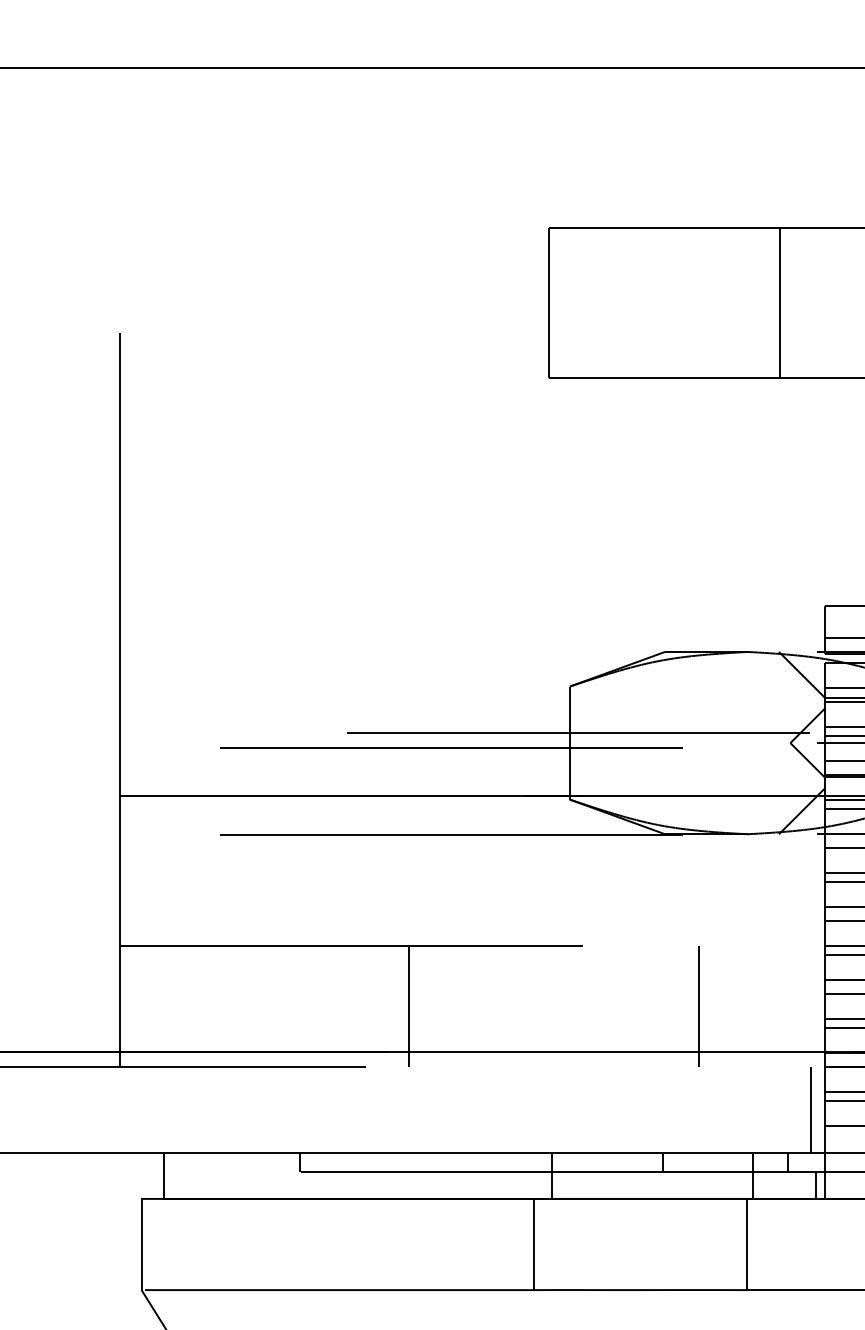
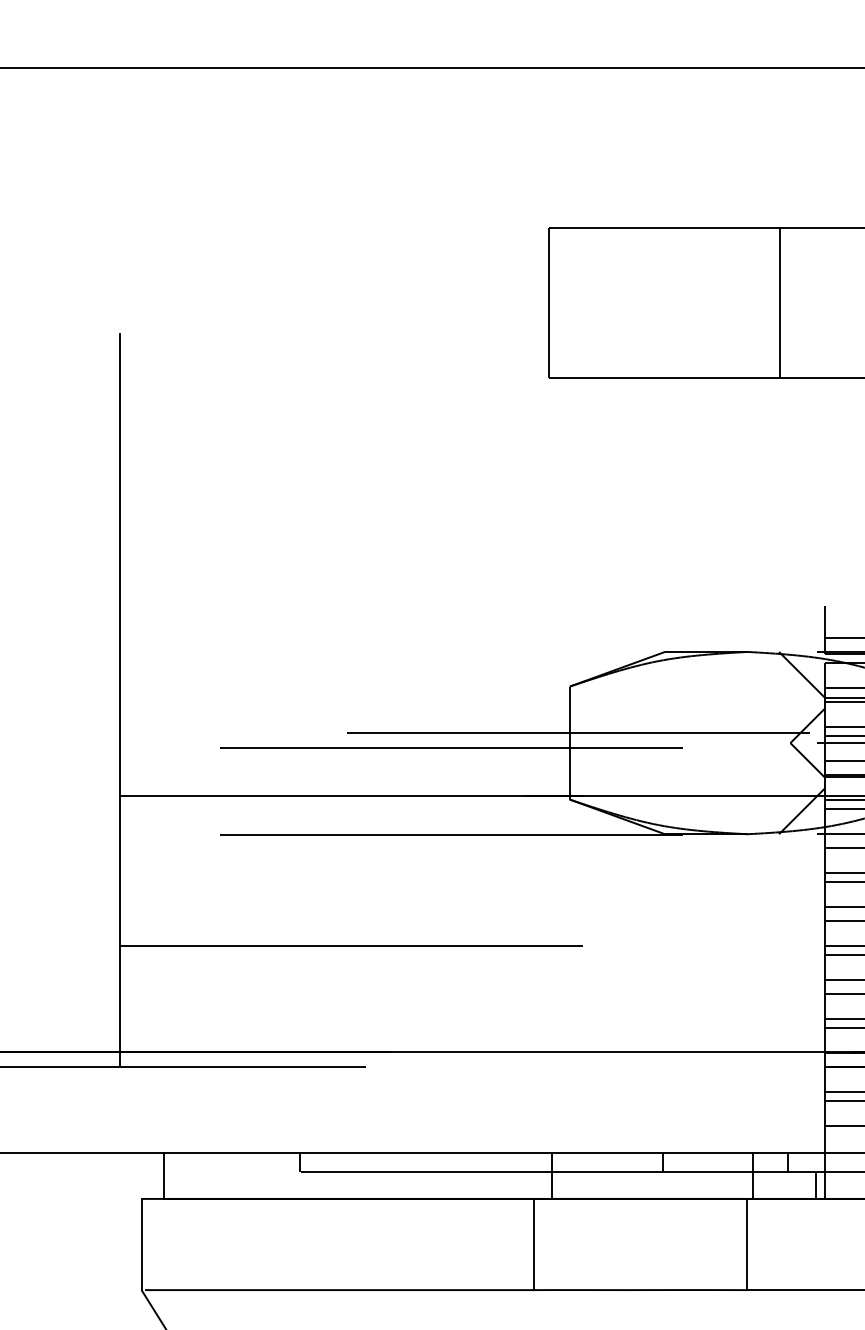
line at (842, 606): present -> none
line at (409, 1006): present -> none
line at (698, 1006): present -> none
line at (811, 1109): present -> none
